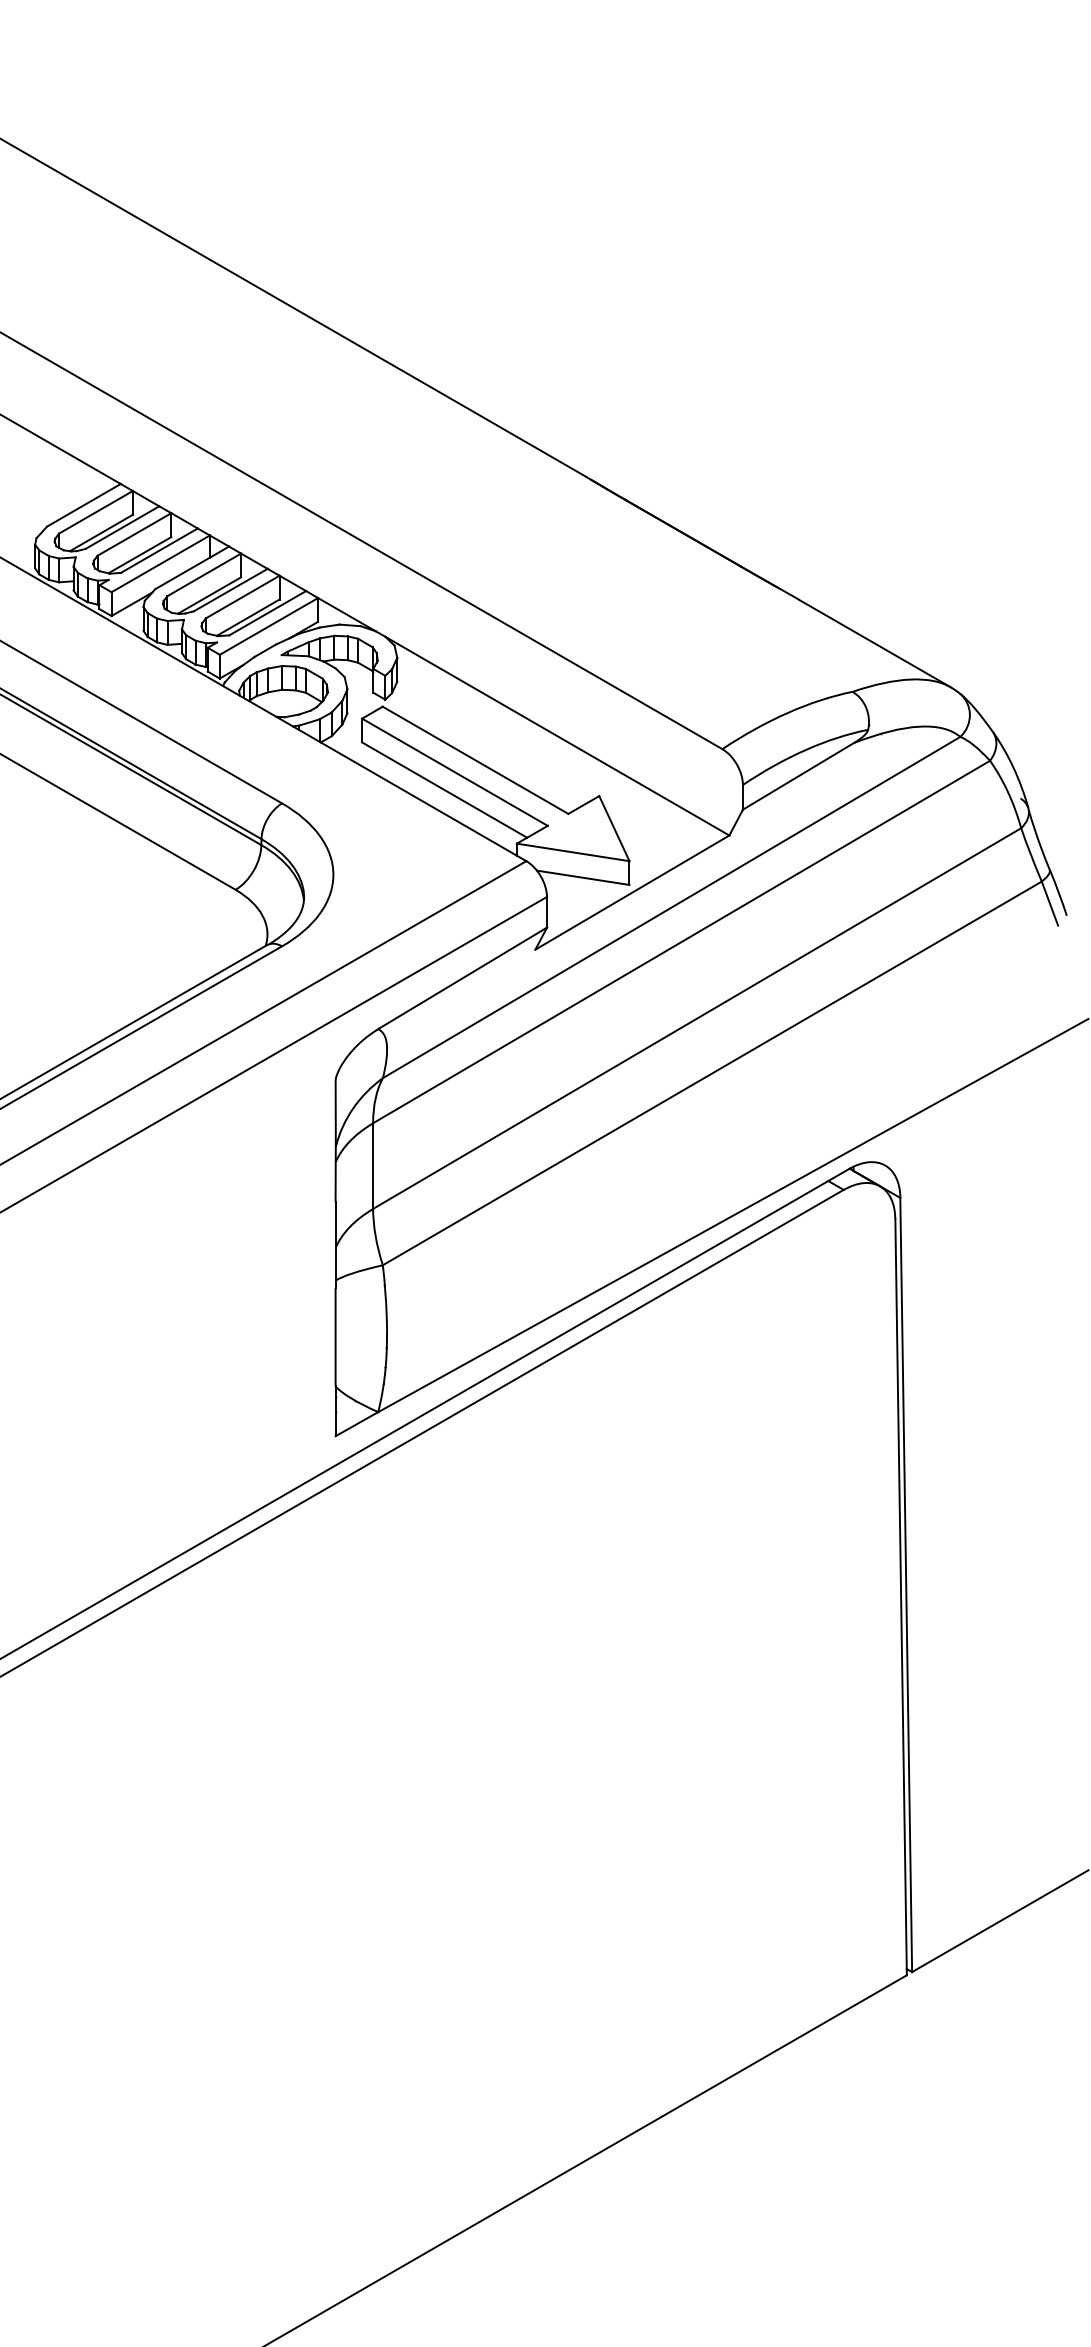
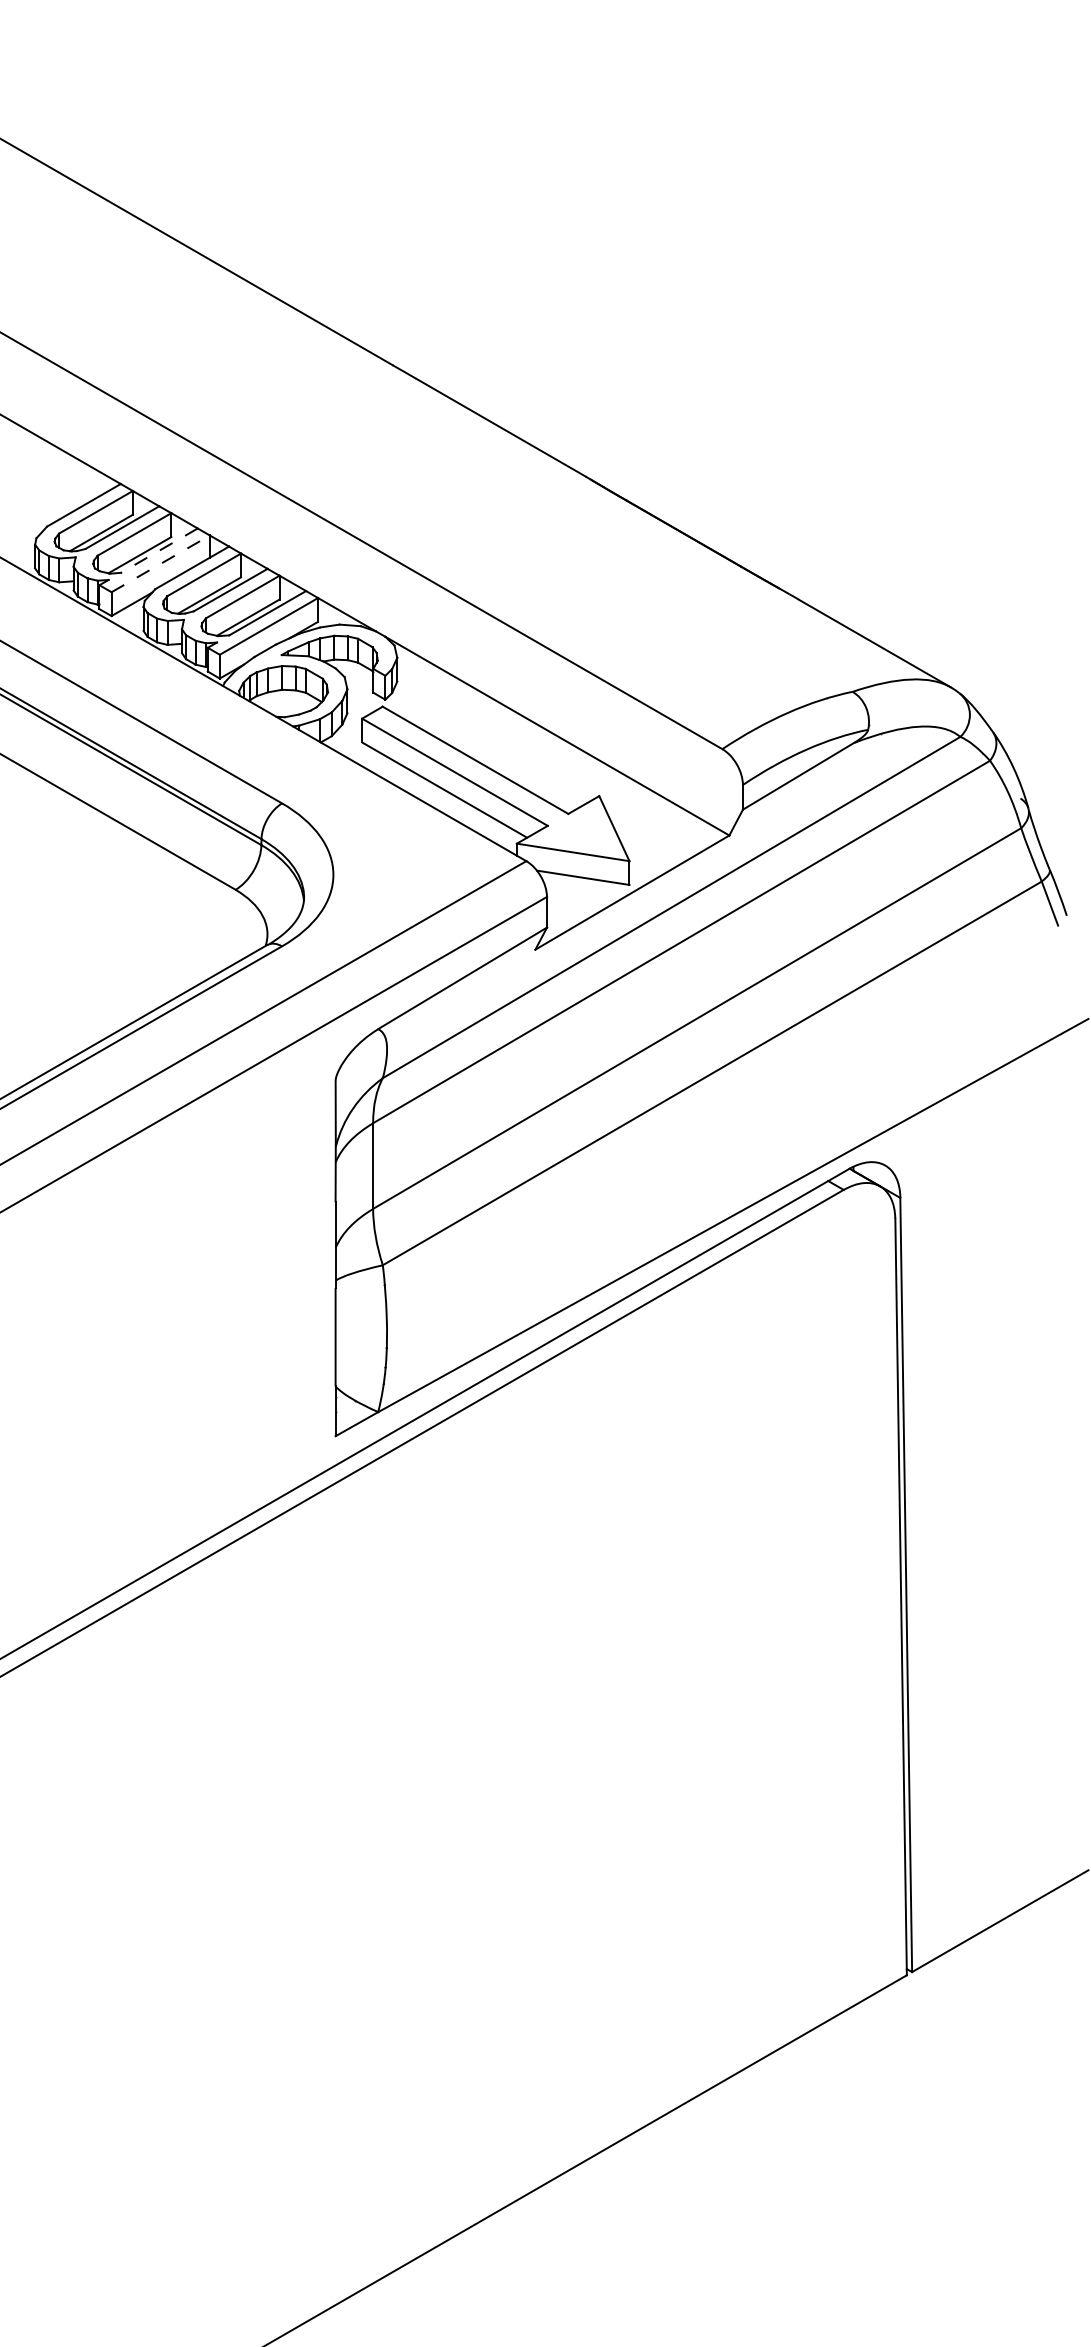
line at (158, 550): solid -> dashed
line at (160, 563): solid -> dashed
